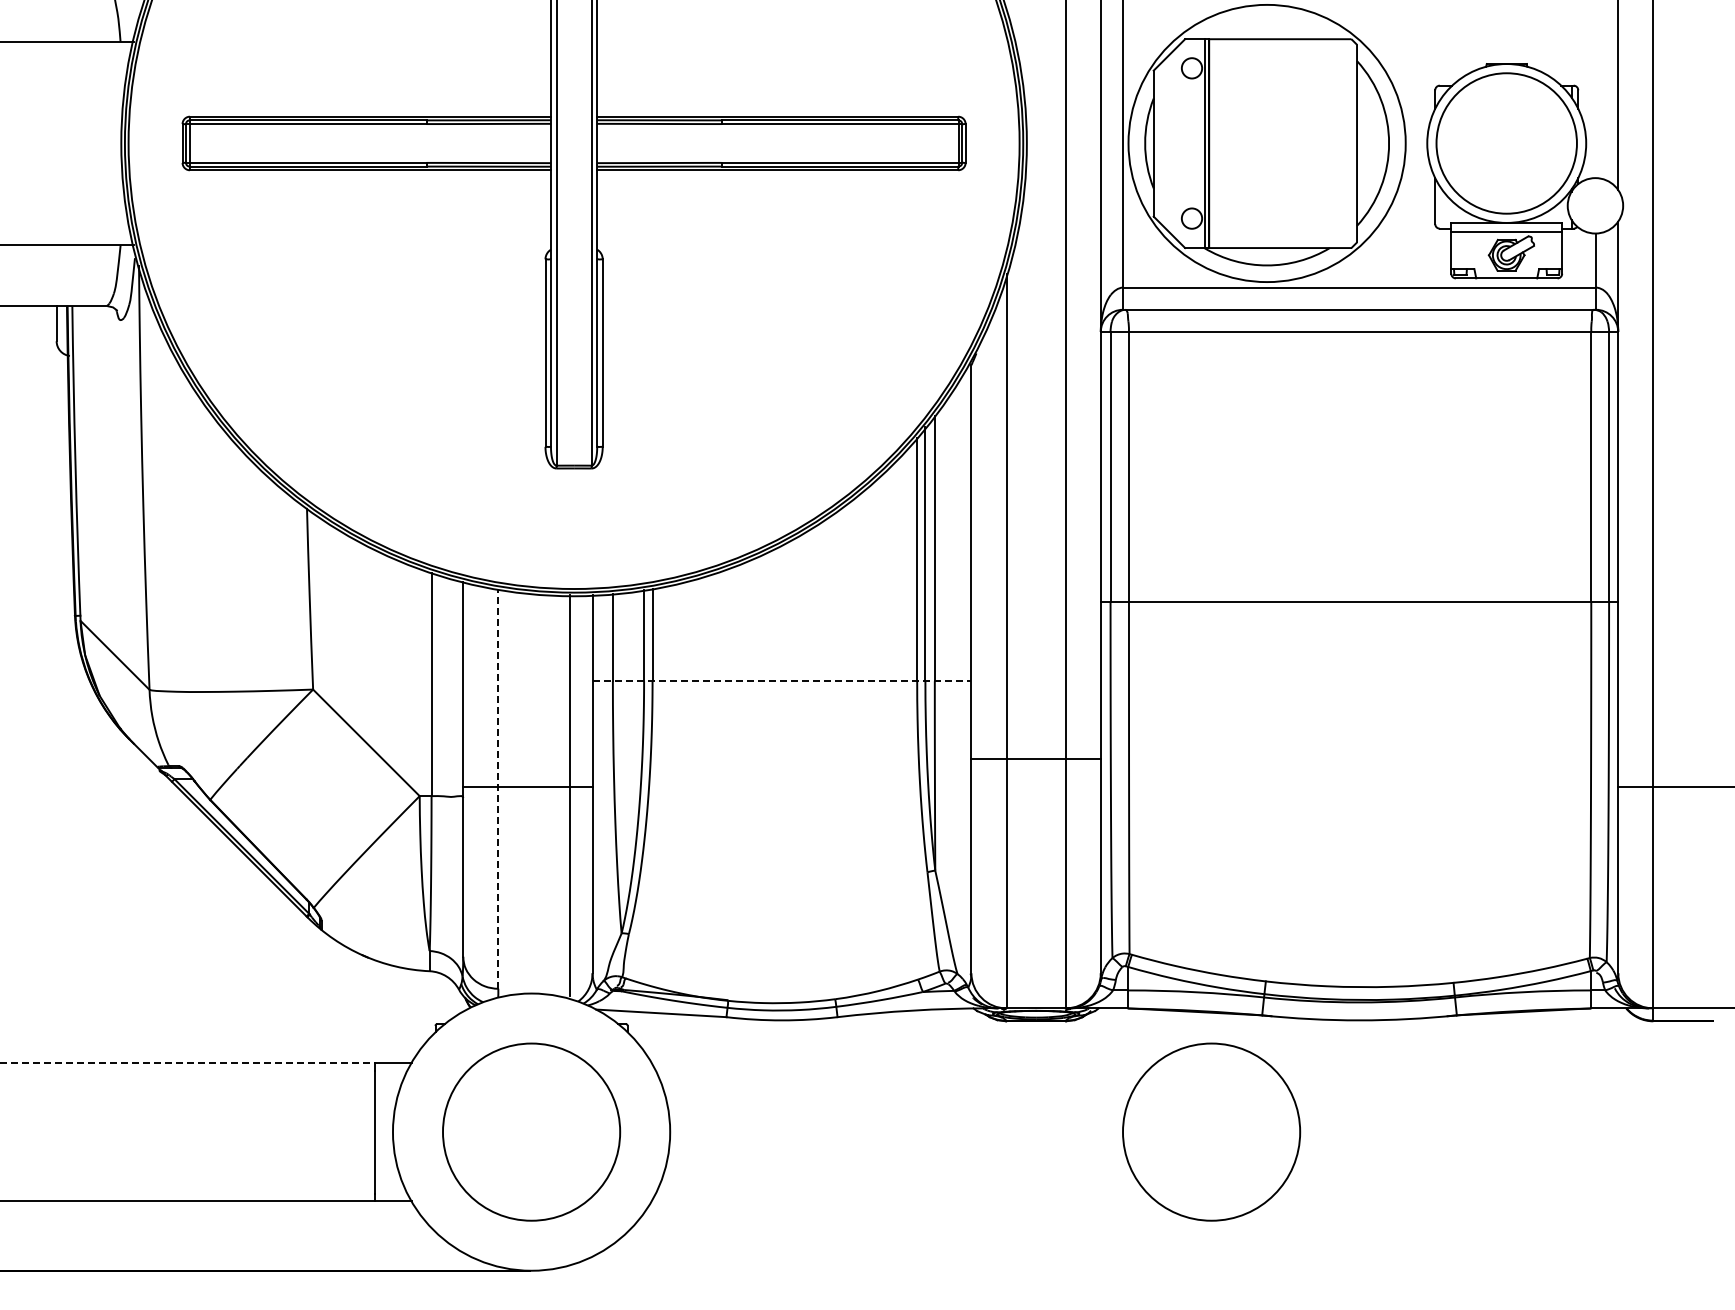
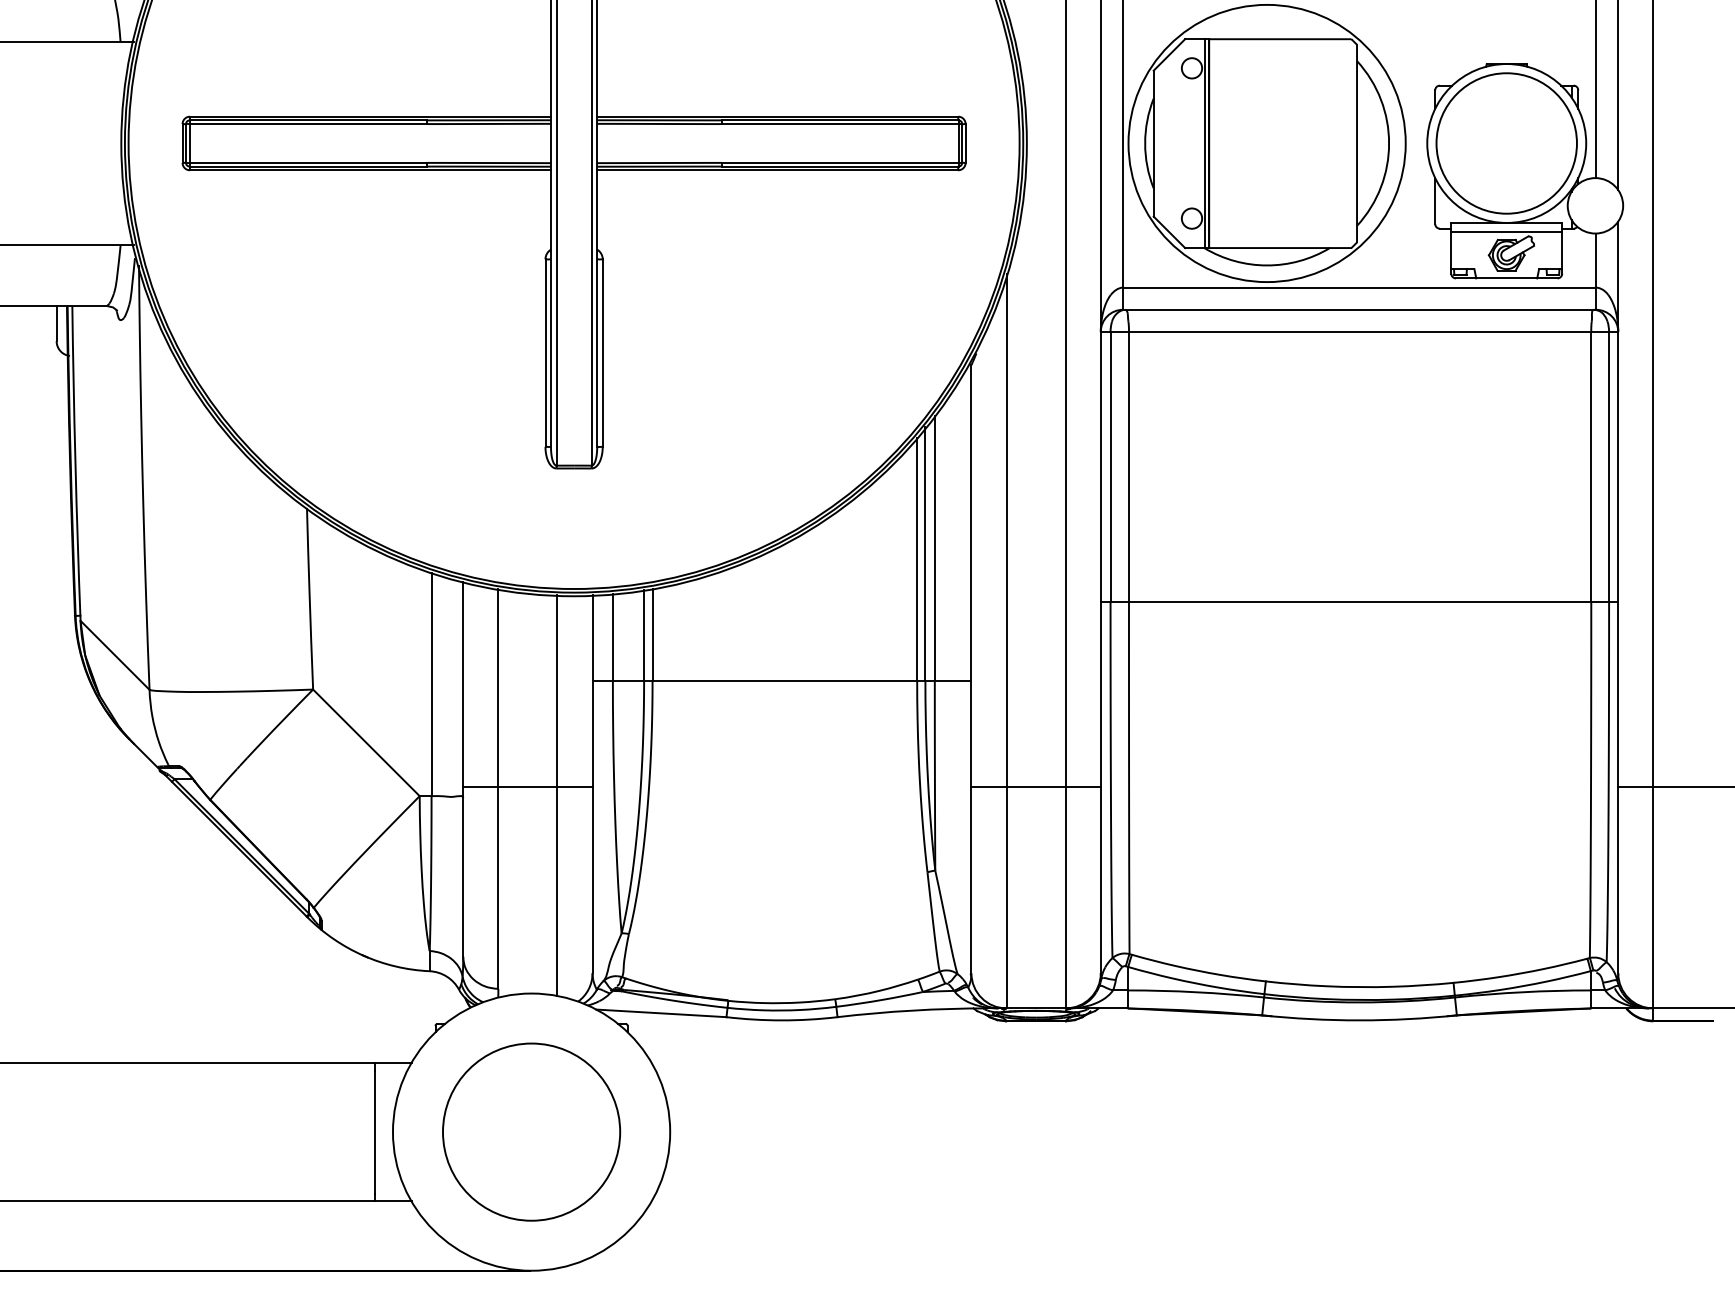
line at (1596, 90): none -> present
line at (782, 681): dashed -> solid
line at (1035, 758) position: (1035, 758) -> (1035, 786)
line at (498, 788): dashed -> solid
line at (570, 795) position: (570, 795) -> (557, 795)
line at (187, 1062): dashed -> solid
circle at (1211, 1131): present -> none
